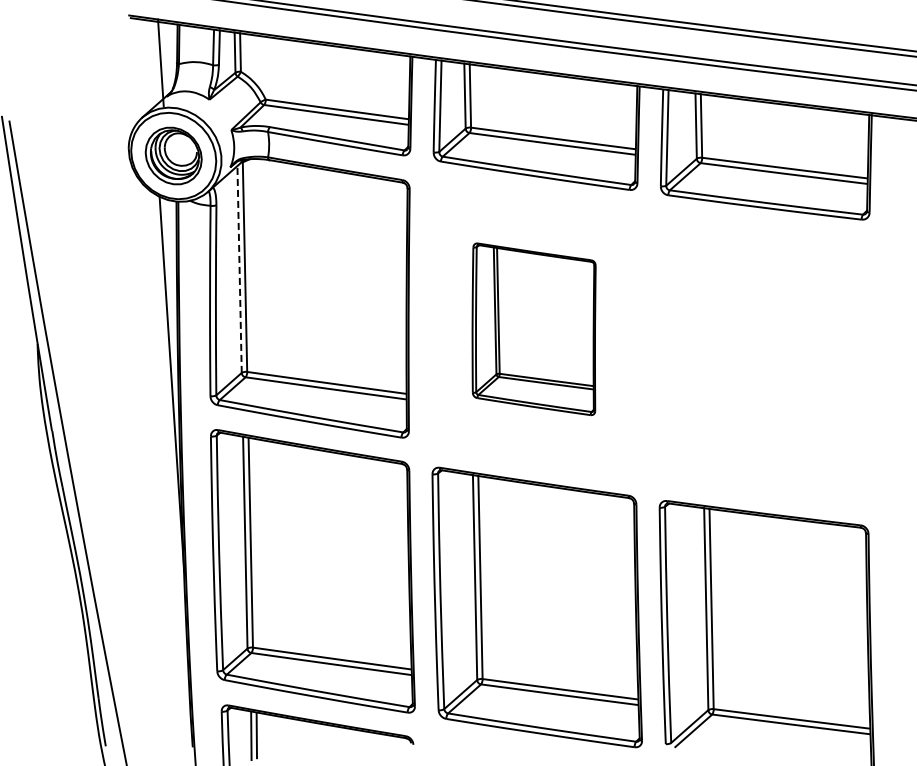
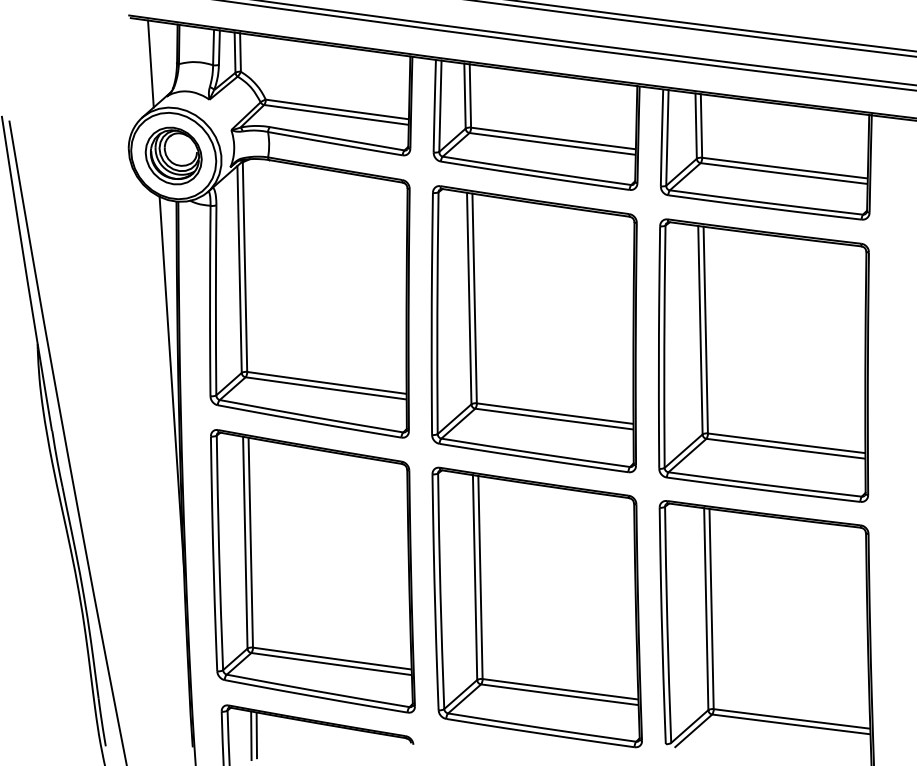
line at (160, 62) position: (160, 62) -> (150, 63)
line at (239, 268): dashed -> solid
part at (533, 329) size: 126x175 px -> 208x289 px
part at (763, 360): none -> present
